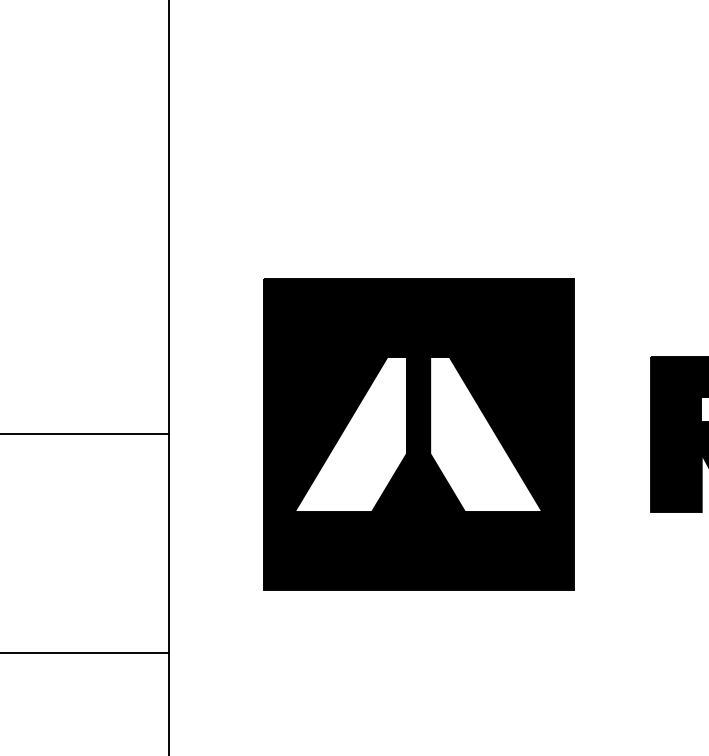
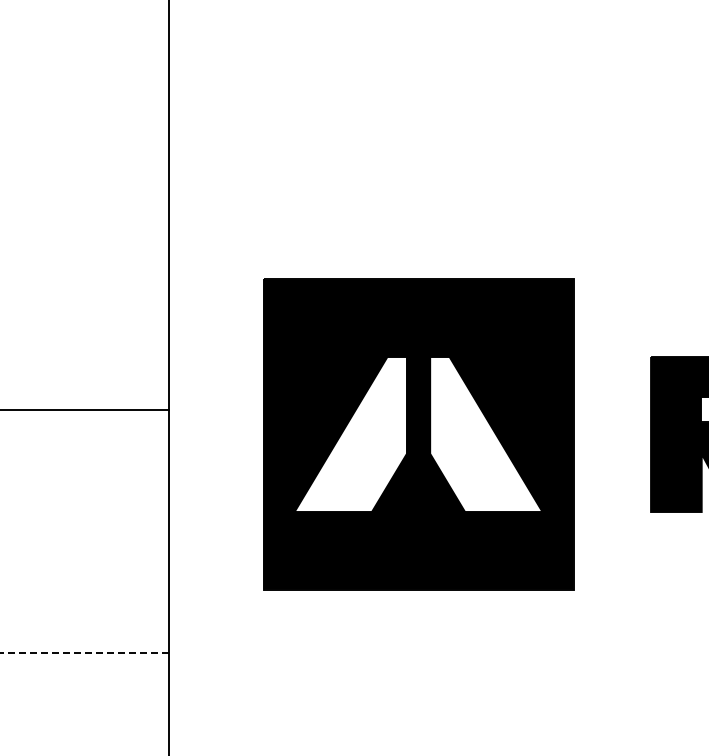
line at (85, 434) position: (85, 434) -> (85, 410)
line at (84, 653): solid -> dashed
